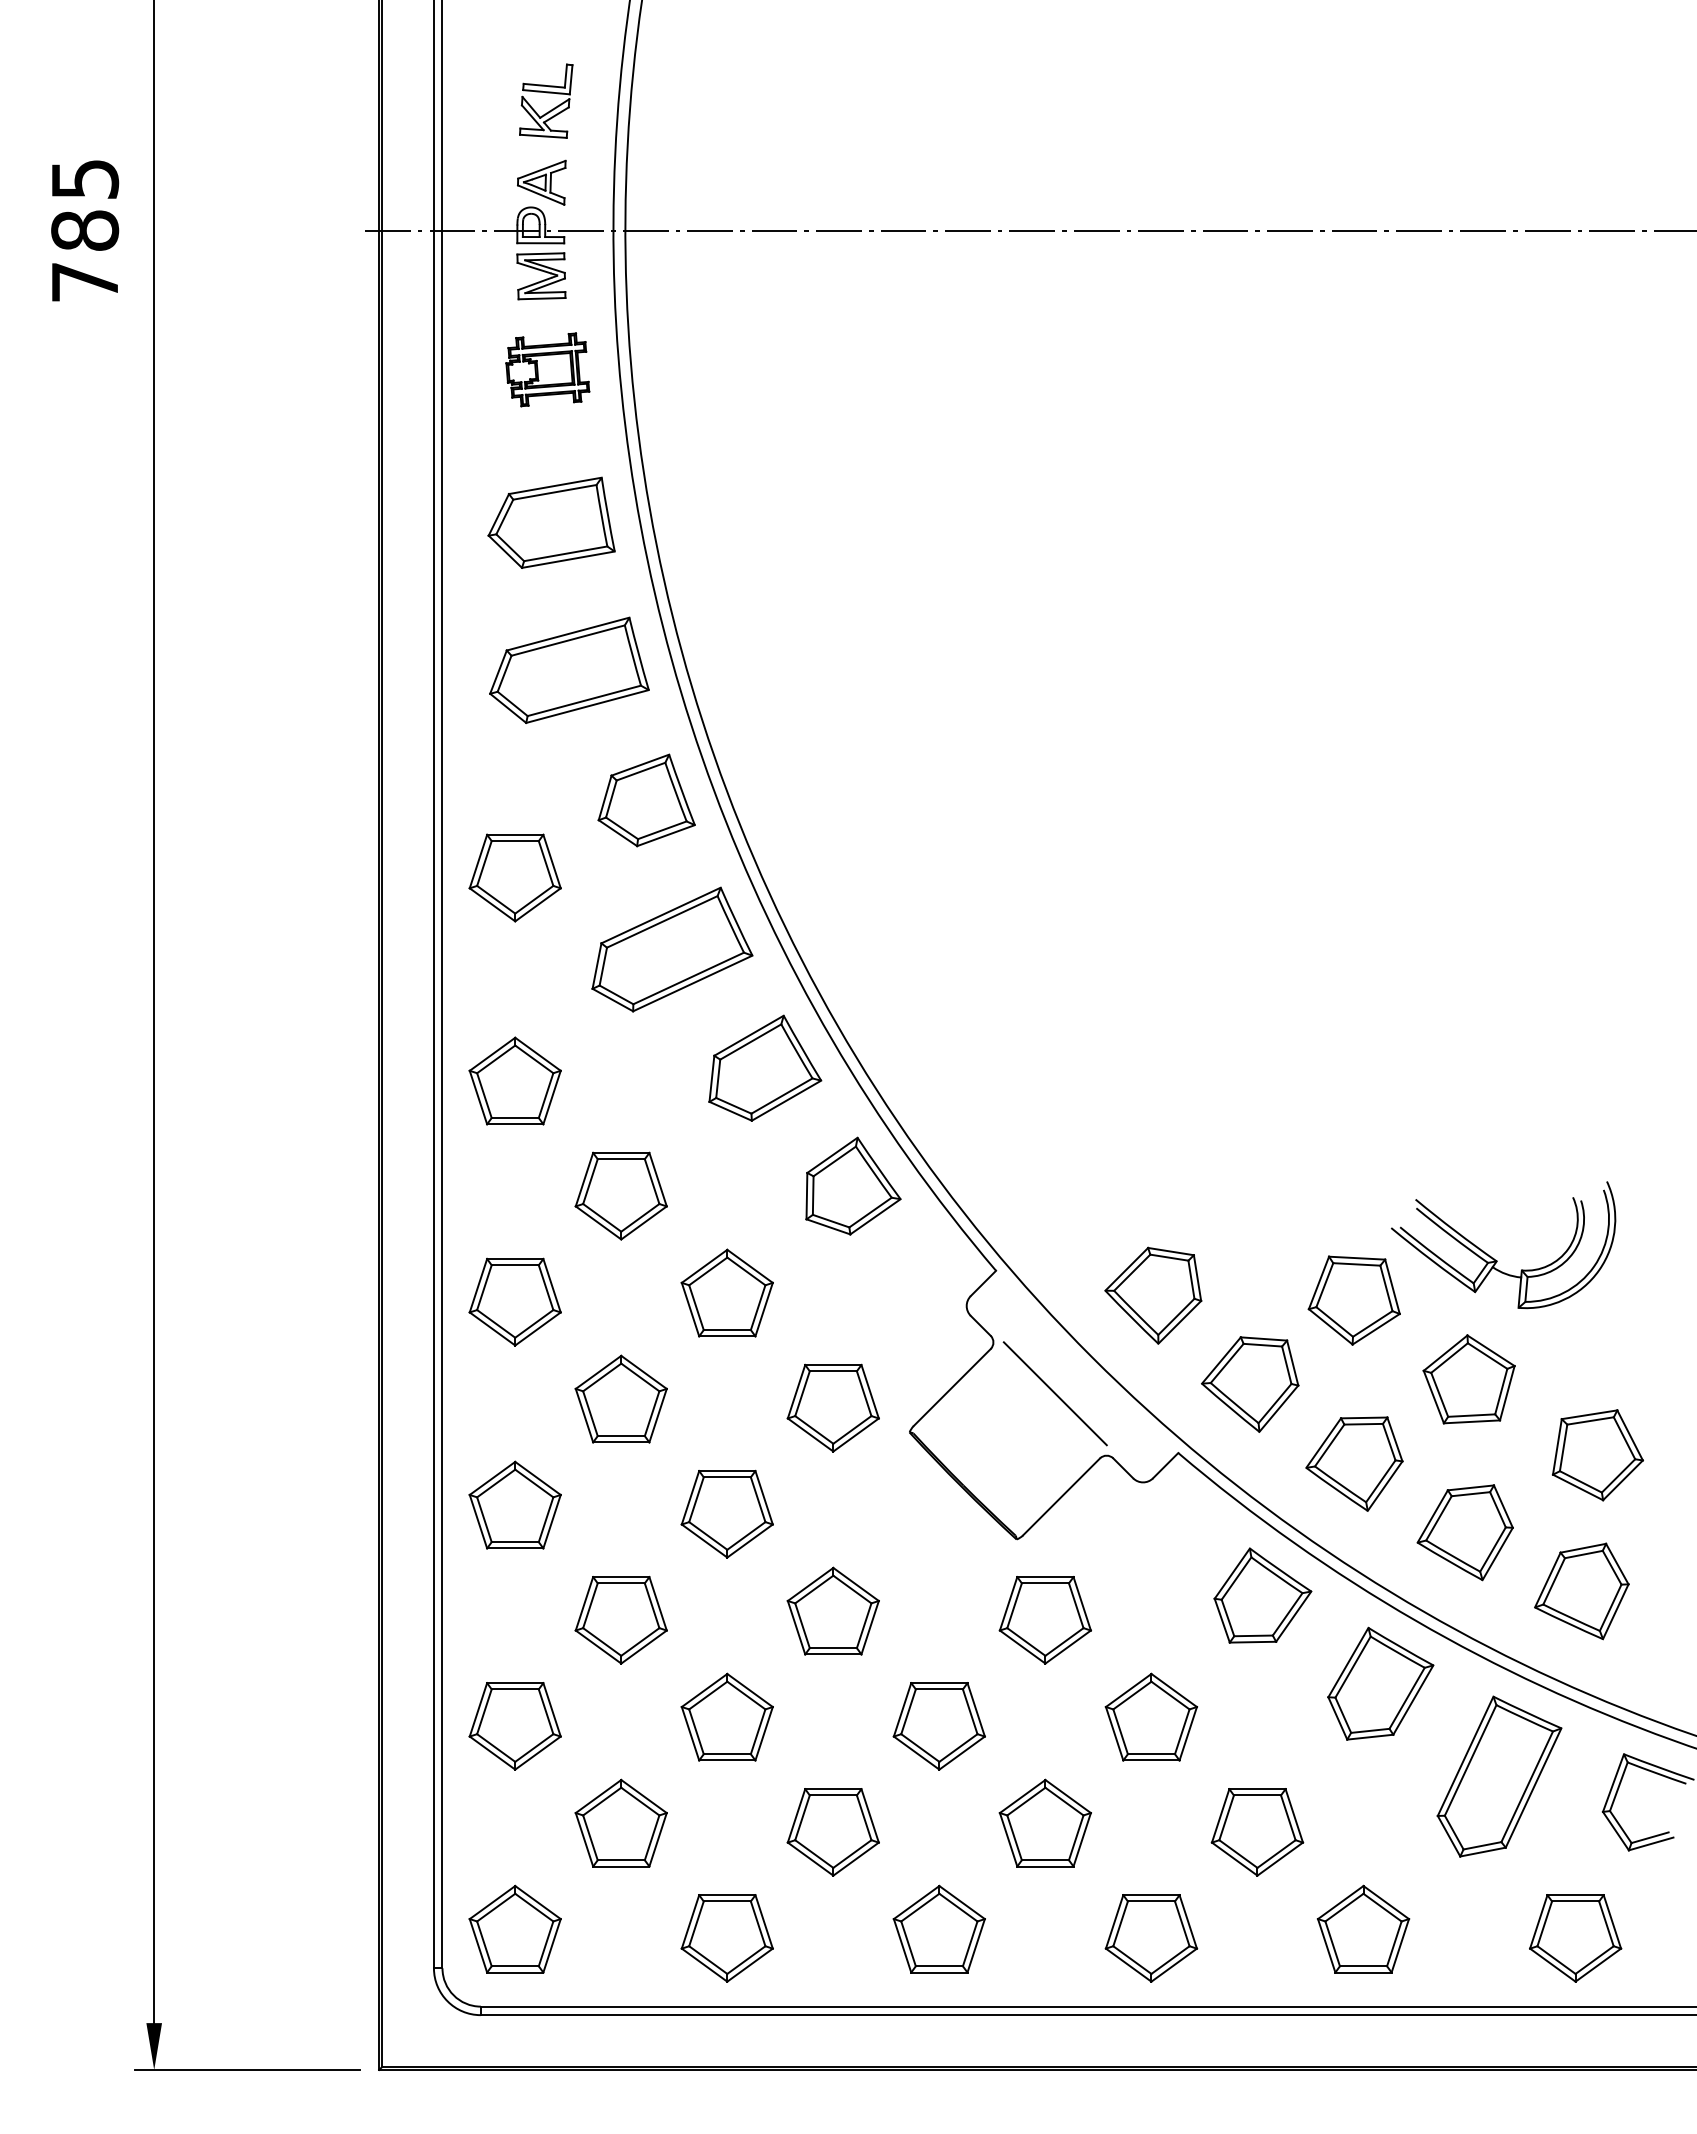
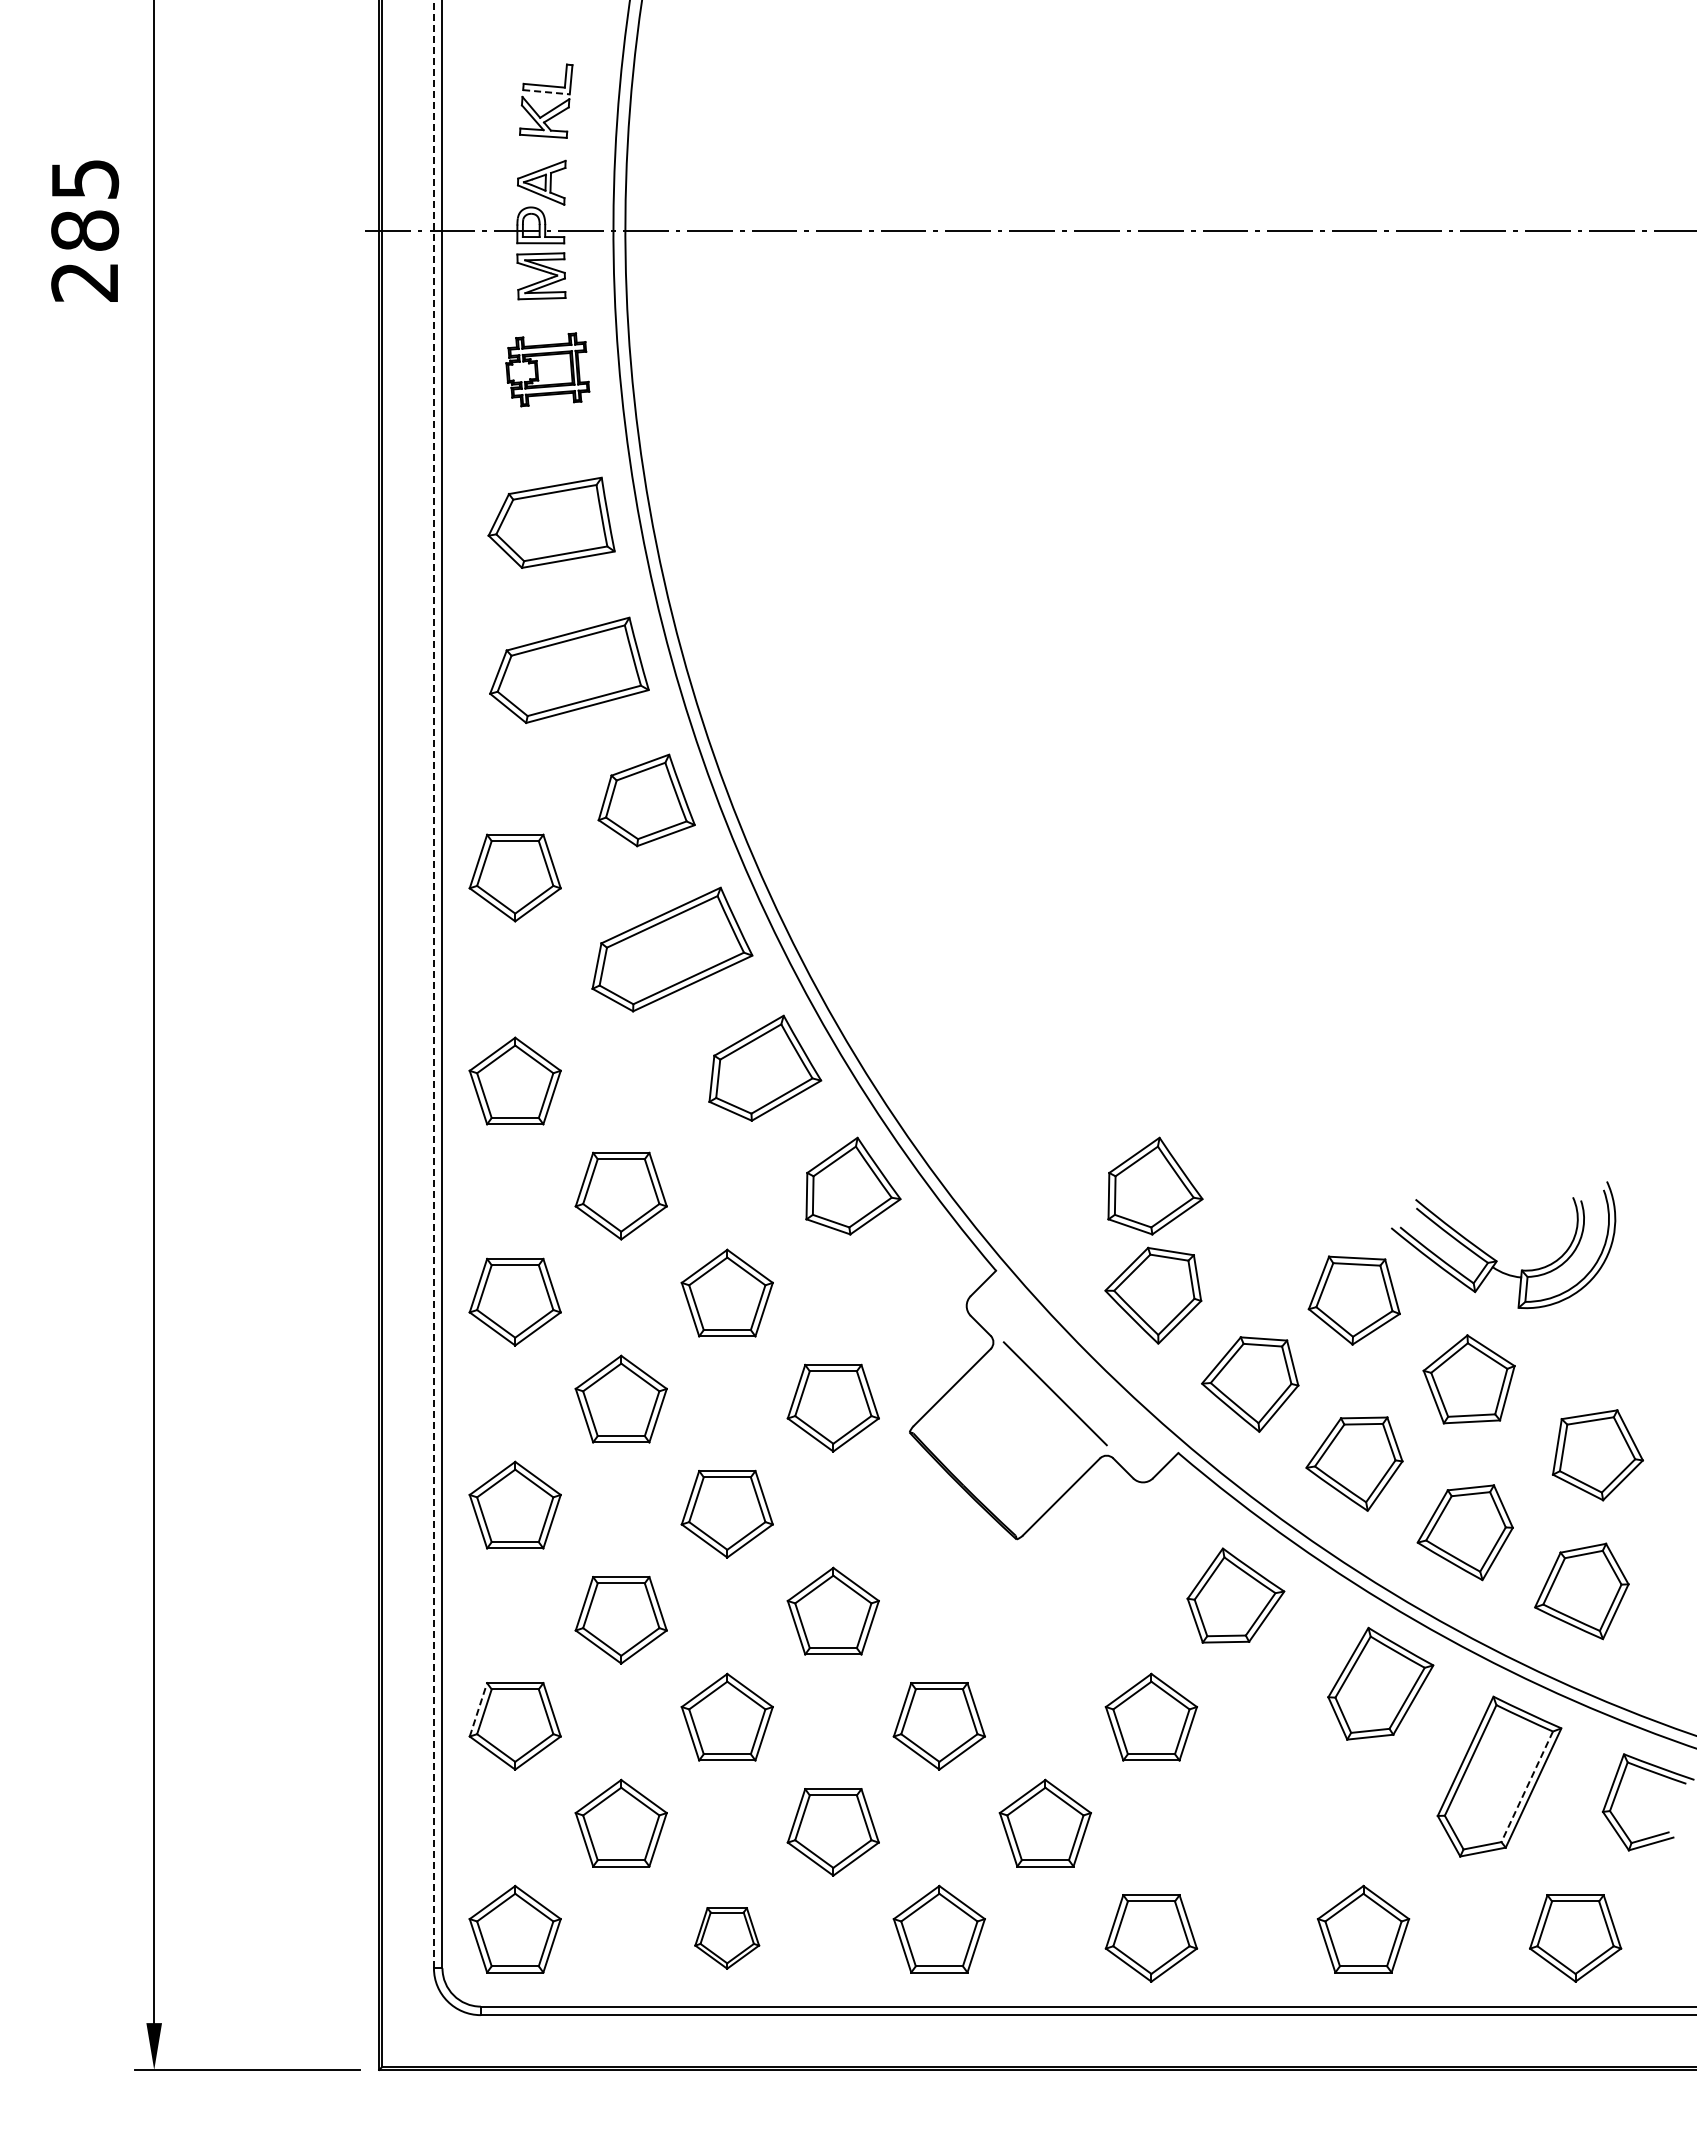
line at (546, 92): solid -> dashed
text at (84, 282): 785 -> 285
line at (433, 984): solid -> dashed
part at (1155, 1185): none -> present
part at (1262, 1595) position: (1262, 1595) -> (1235, 1595)
part at (1044, 1620): present -> none
line at (478, 1709): solid -> dashed
line at (1527, 1787): solid -> dashed
part at (1257, 1832): present -> none
part at (726, 1938) size: 94x89 px -> 67x63 px
